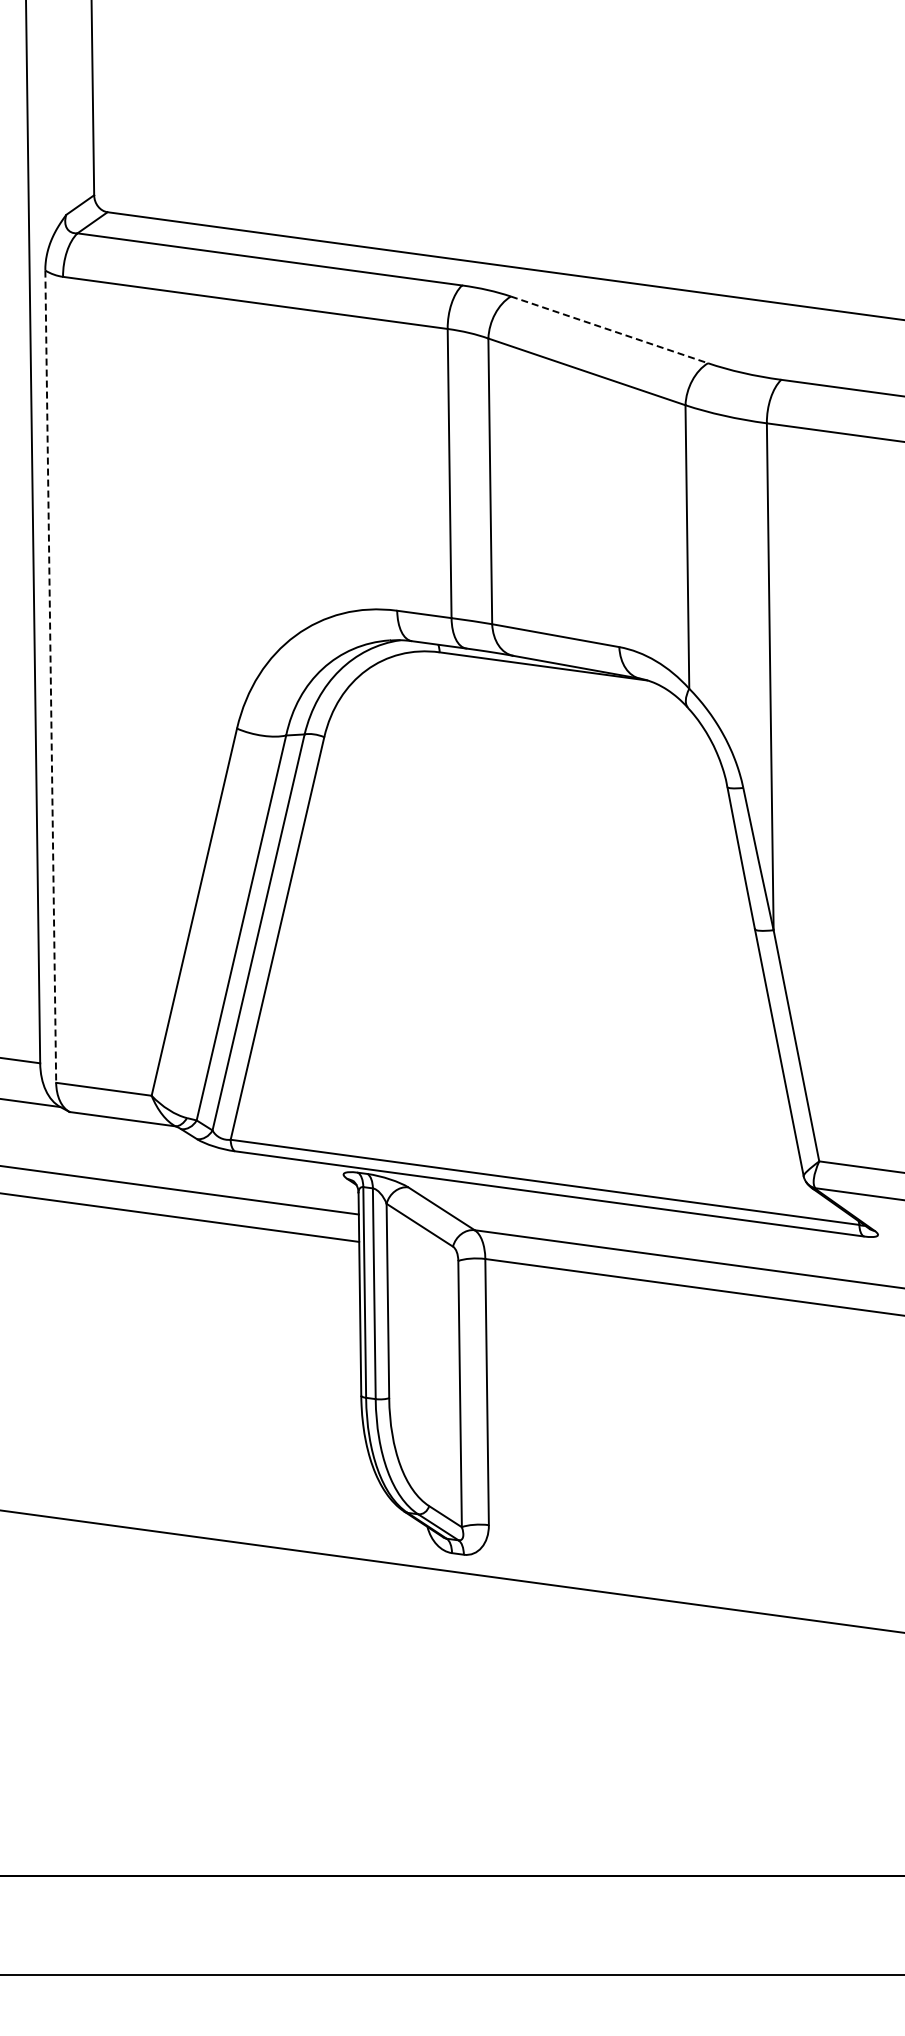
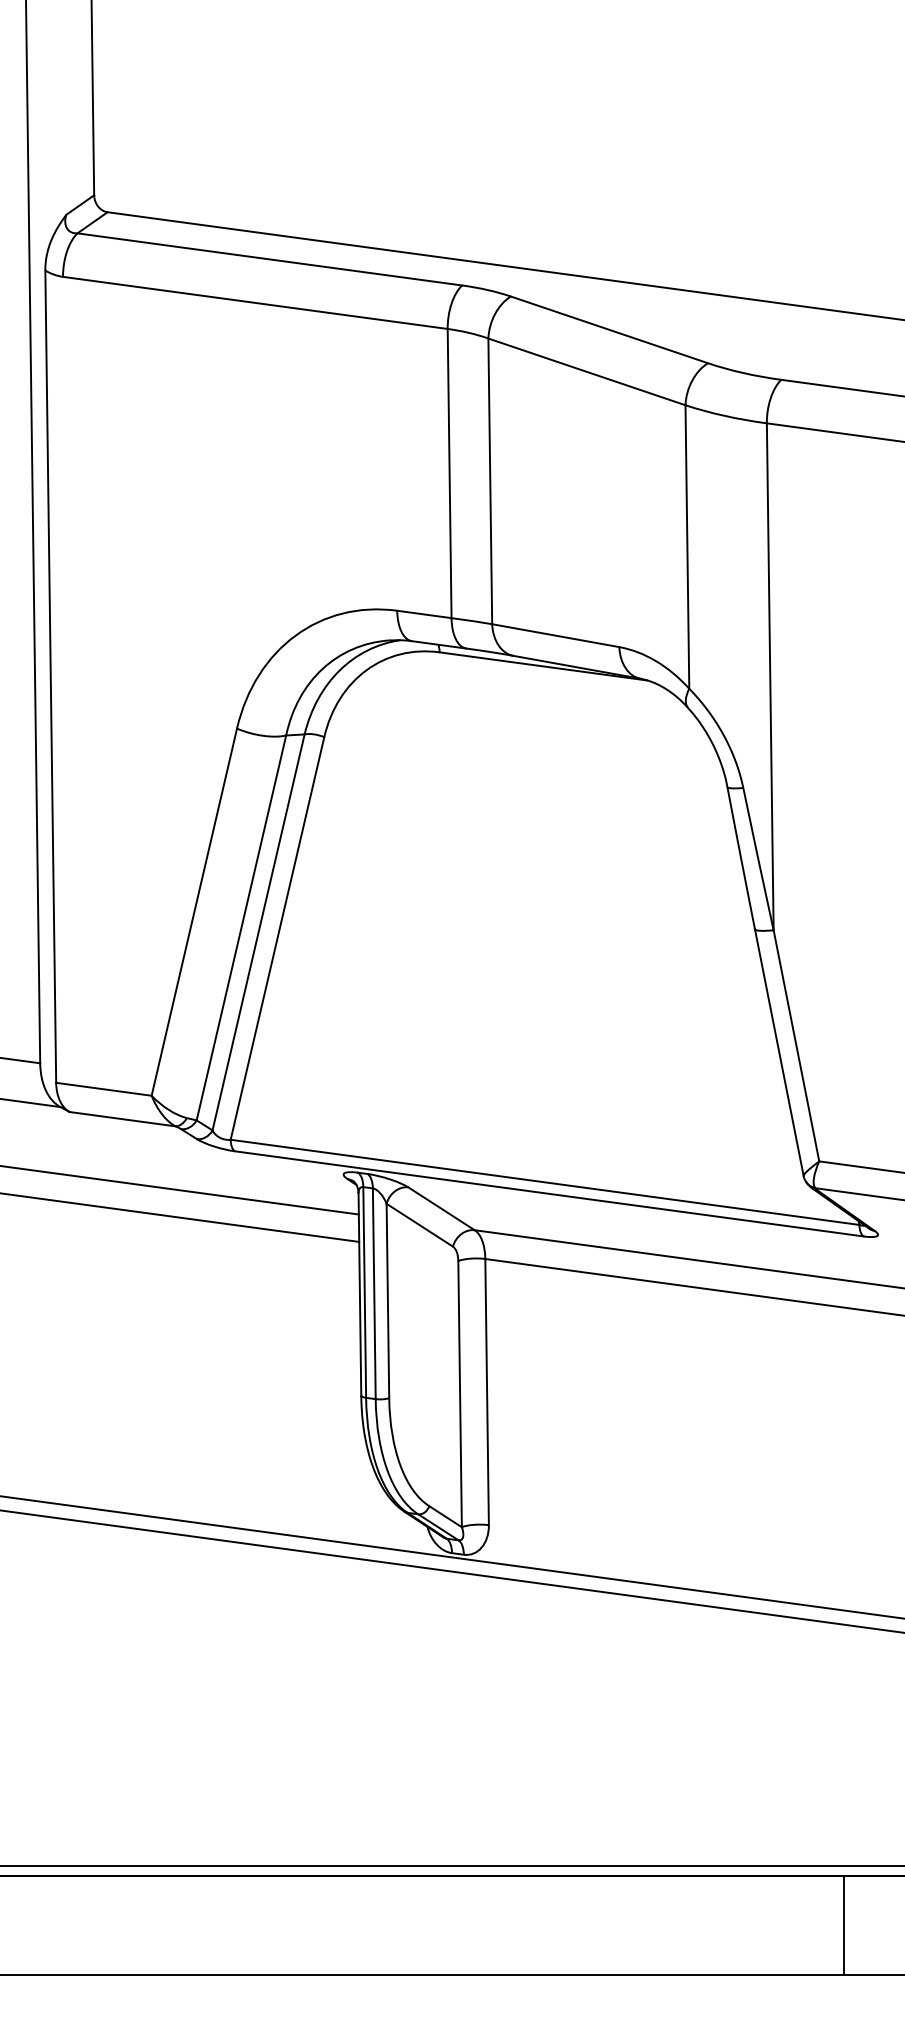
line at (609, 330): dashed -> solid
line at (50, 677): dashed -> solid
line at (451, 1557): none -> present
line at (451, 1865): none -> present
line at (843, 1925): none -> present
